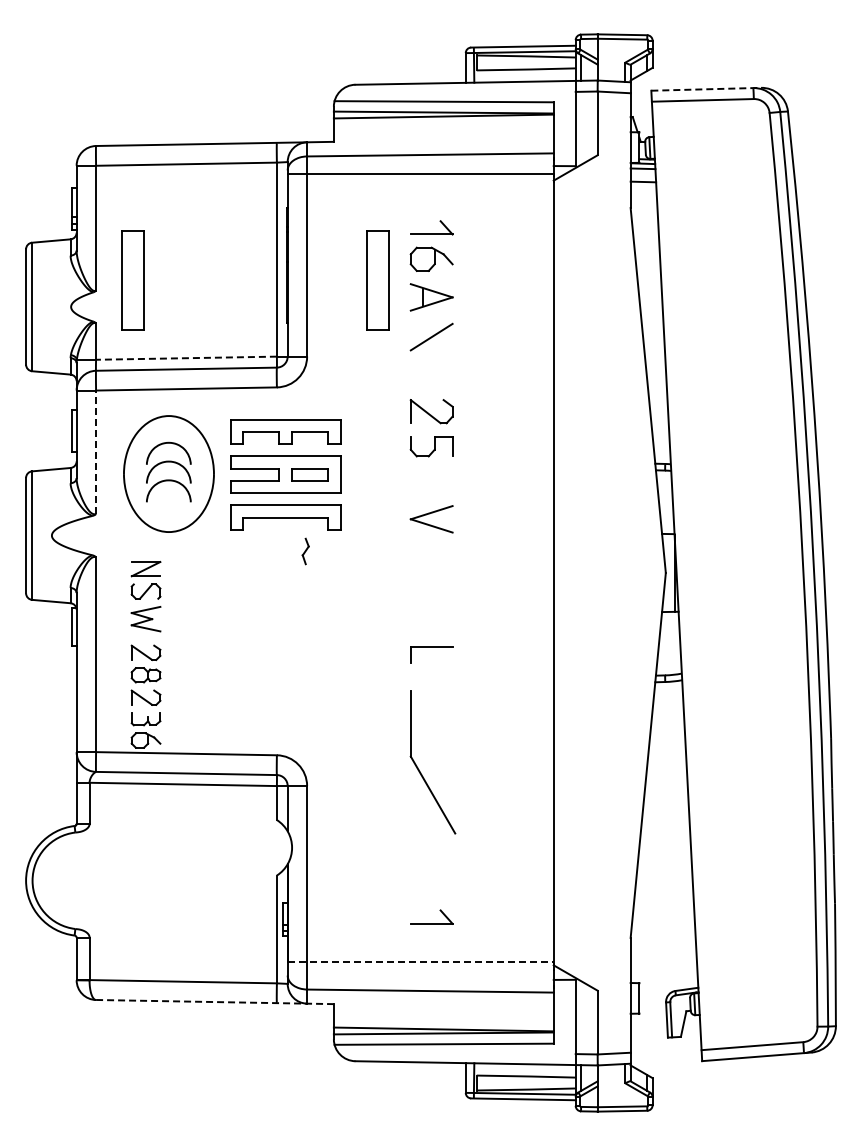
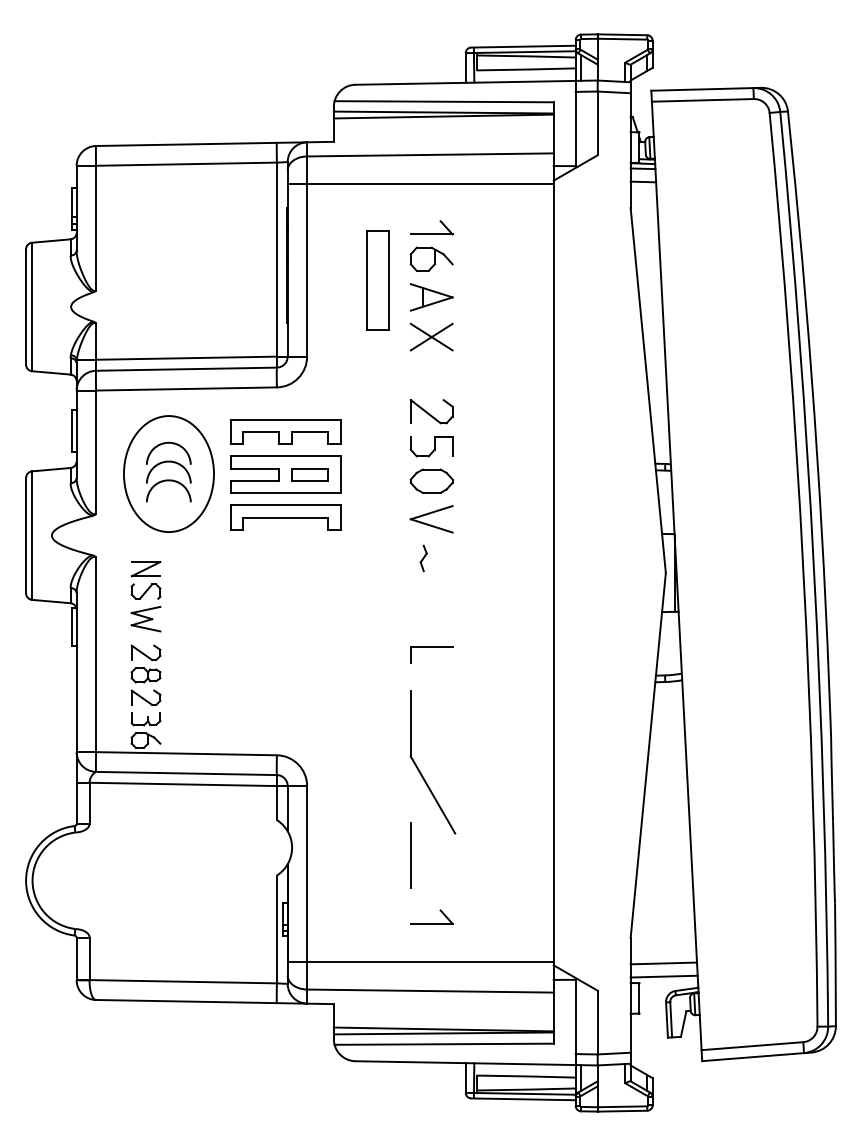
line at (706, 89): dashed -> solid
line at (420, 174) position: (420, 174) -> (420, 184)
part at (132, 280): present -> none
line at (431, 336): none -> present
line at (185, 358): dashed -> solid
line at (96, 452): dashed -> solid
part at (431, 480): none -> present
part at (305, 551) position: (305, 551) -> (423, 558)
line at (410, 855): none -> present
line at (421, 961): dashed -> solid
line at (663, 963): none -> present
line at (663, 976): none -> present
line at (214, 1002): dashed -> solid
